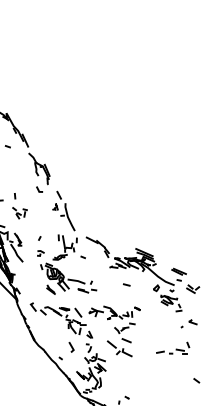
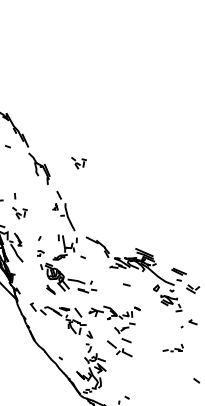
part at (78, 163): none -> present
line at (39, 189): present -> none
line at (71, 347): present -> none
part at (173, 347) size: 35x14 px -> 22x10 px
